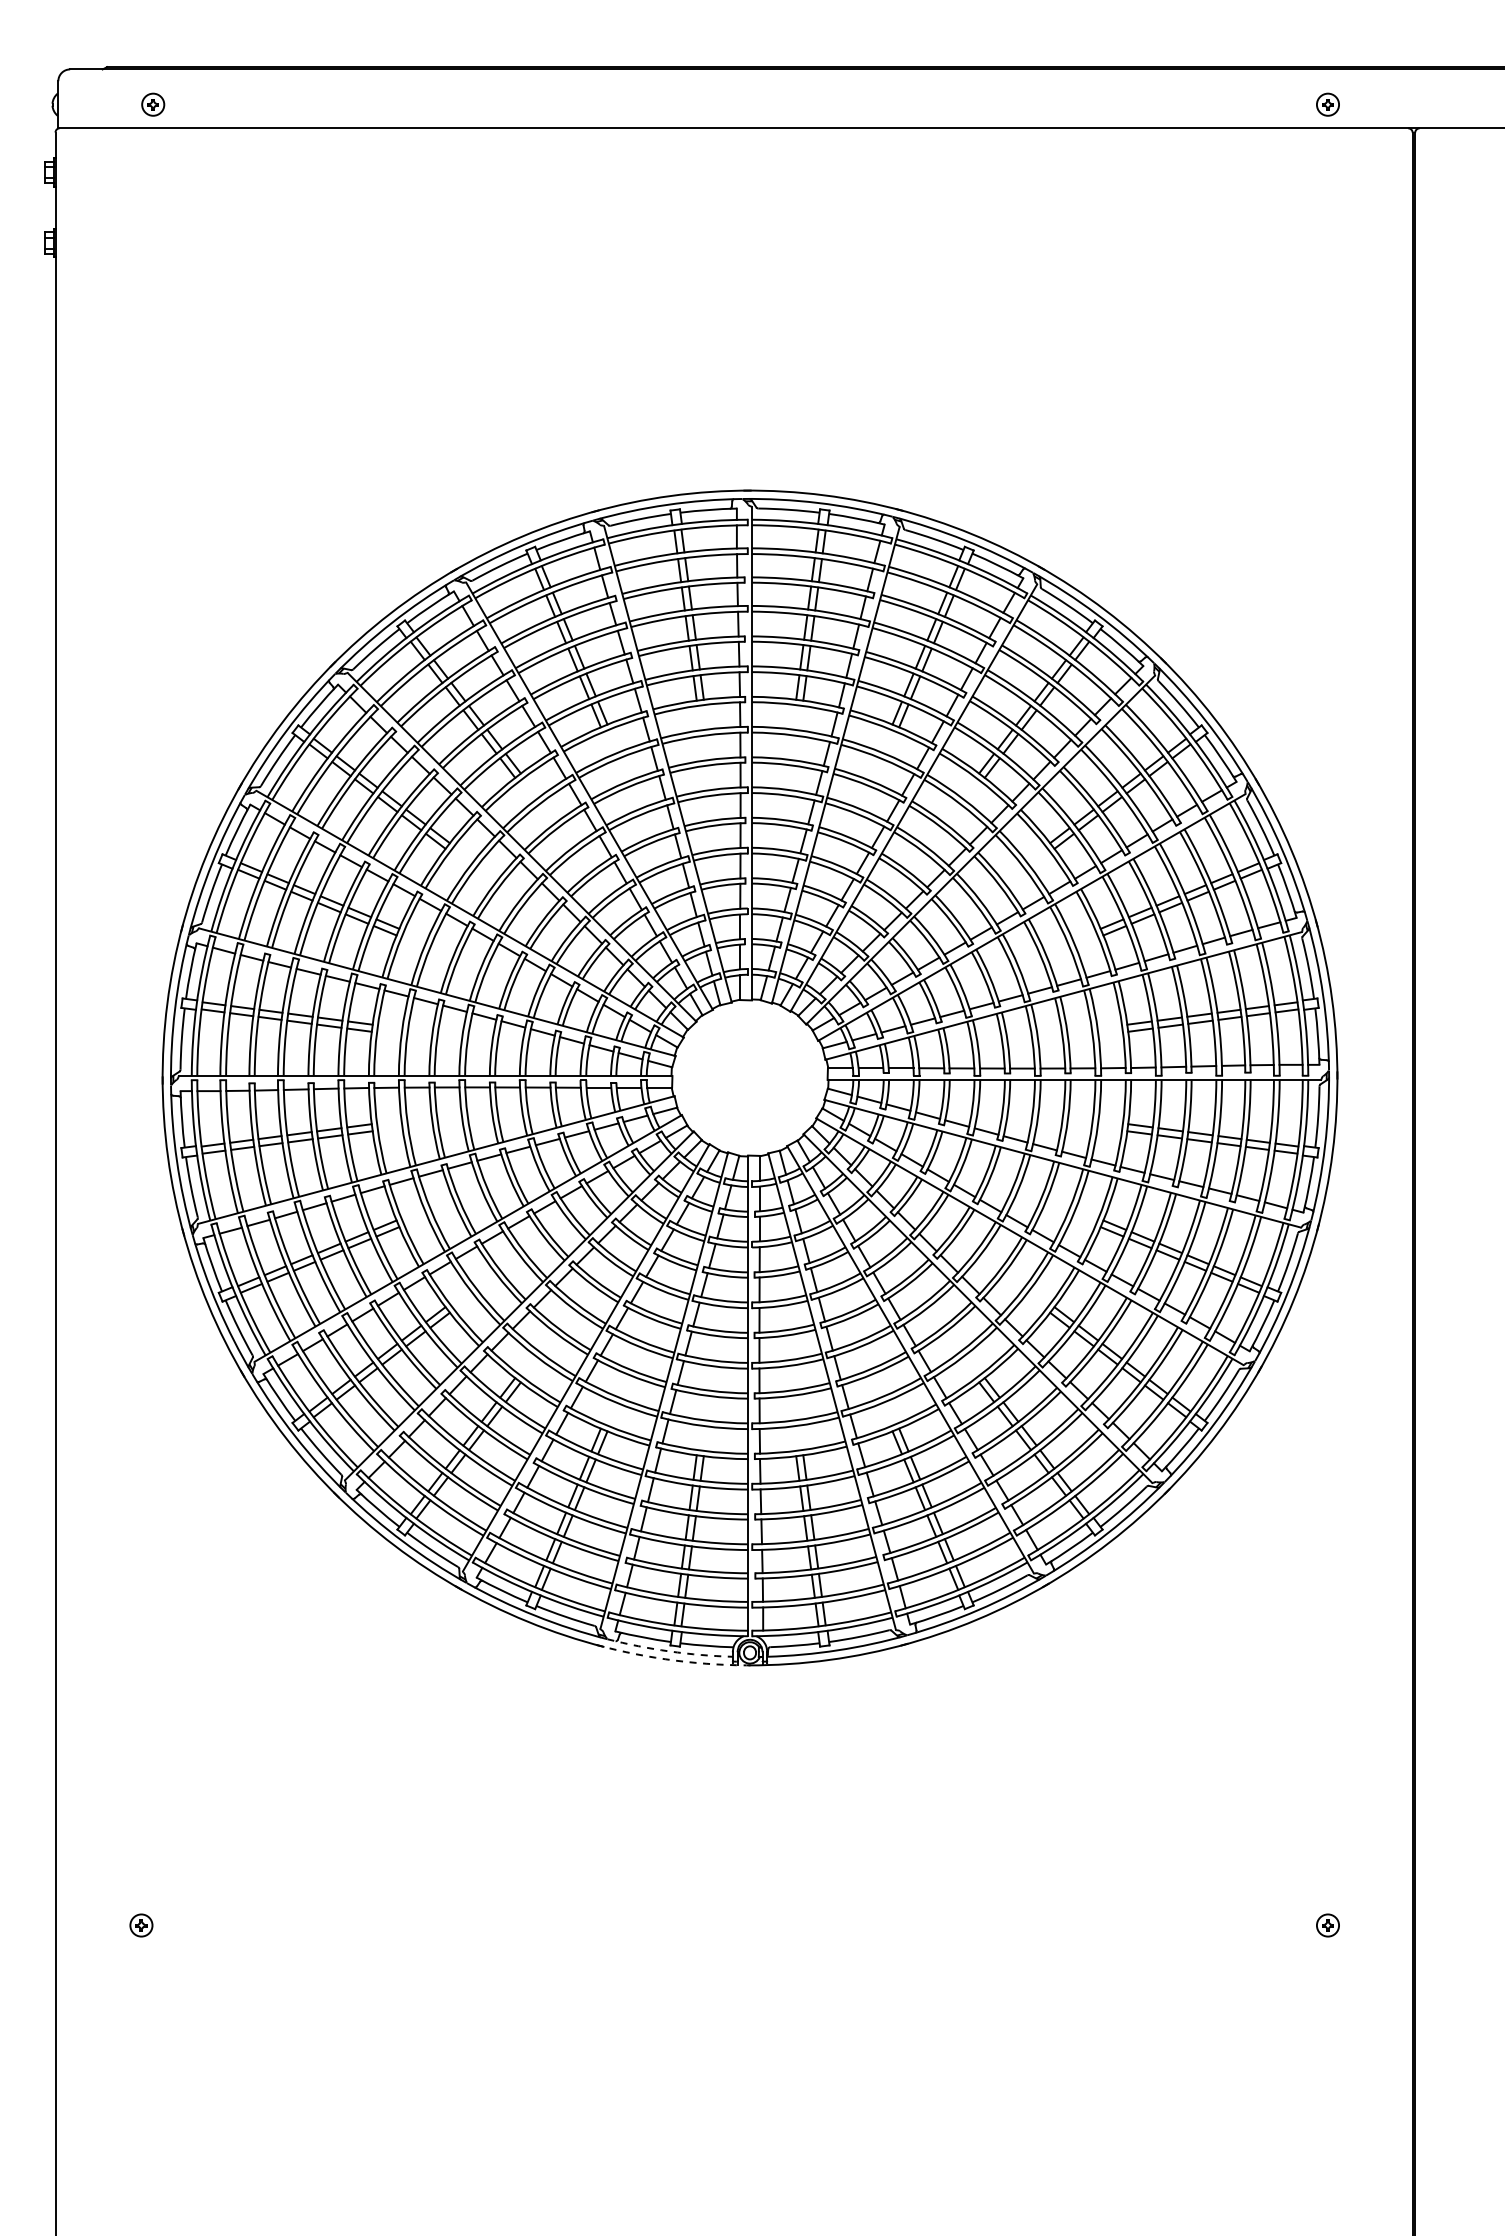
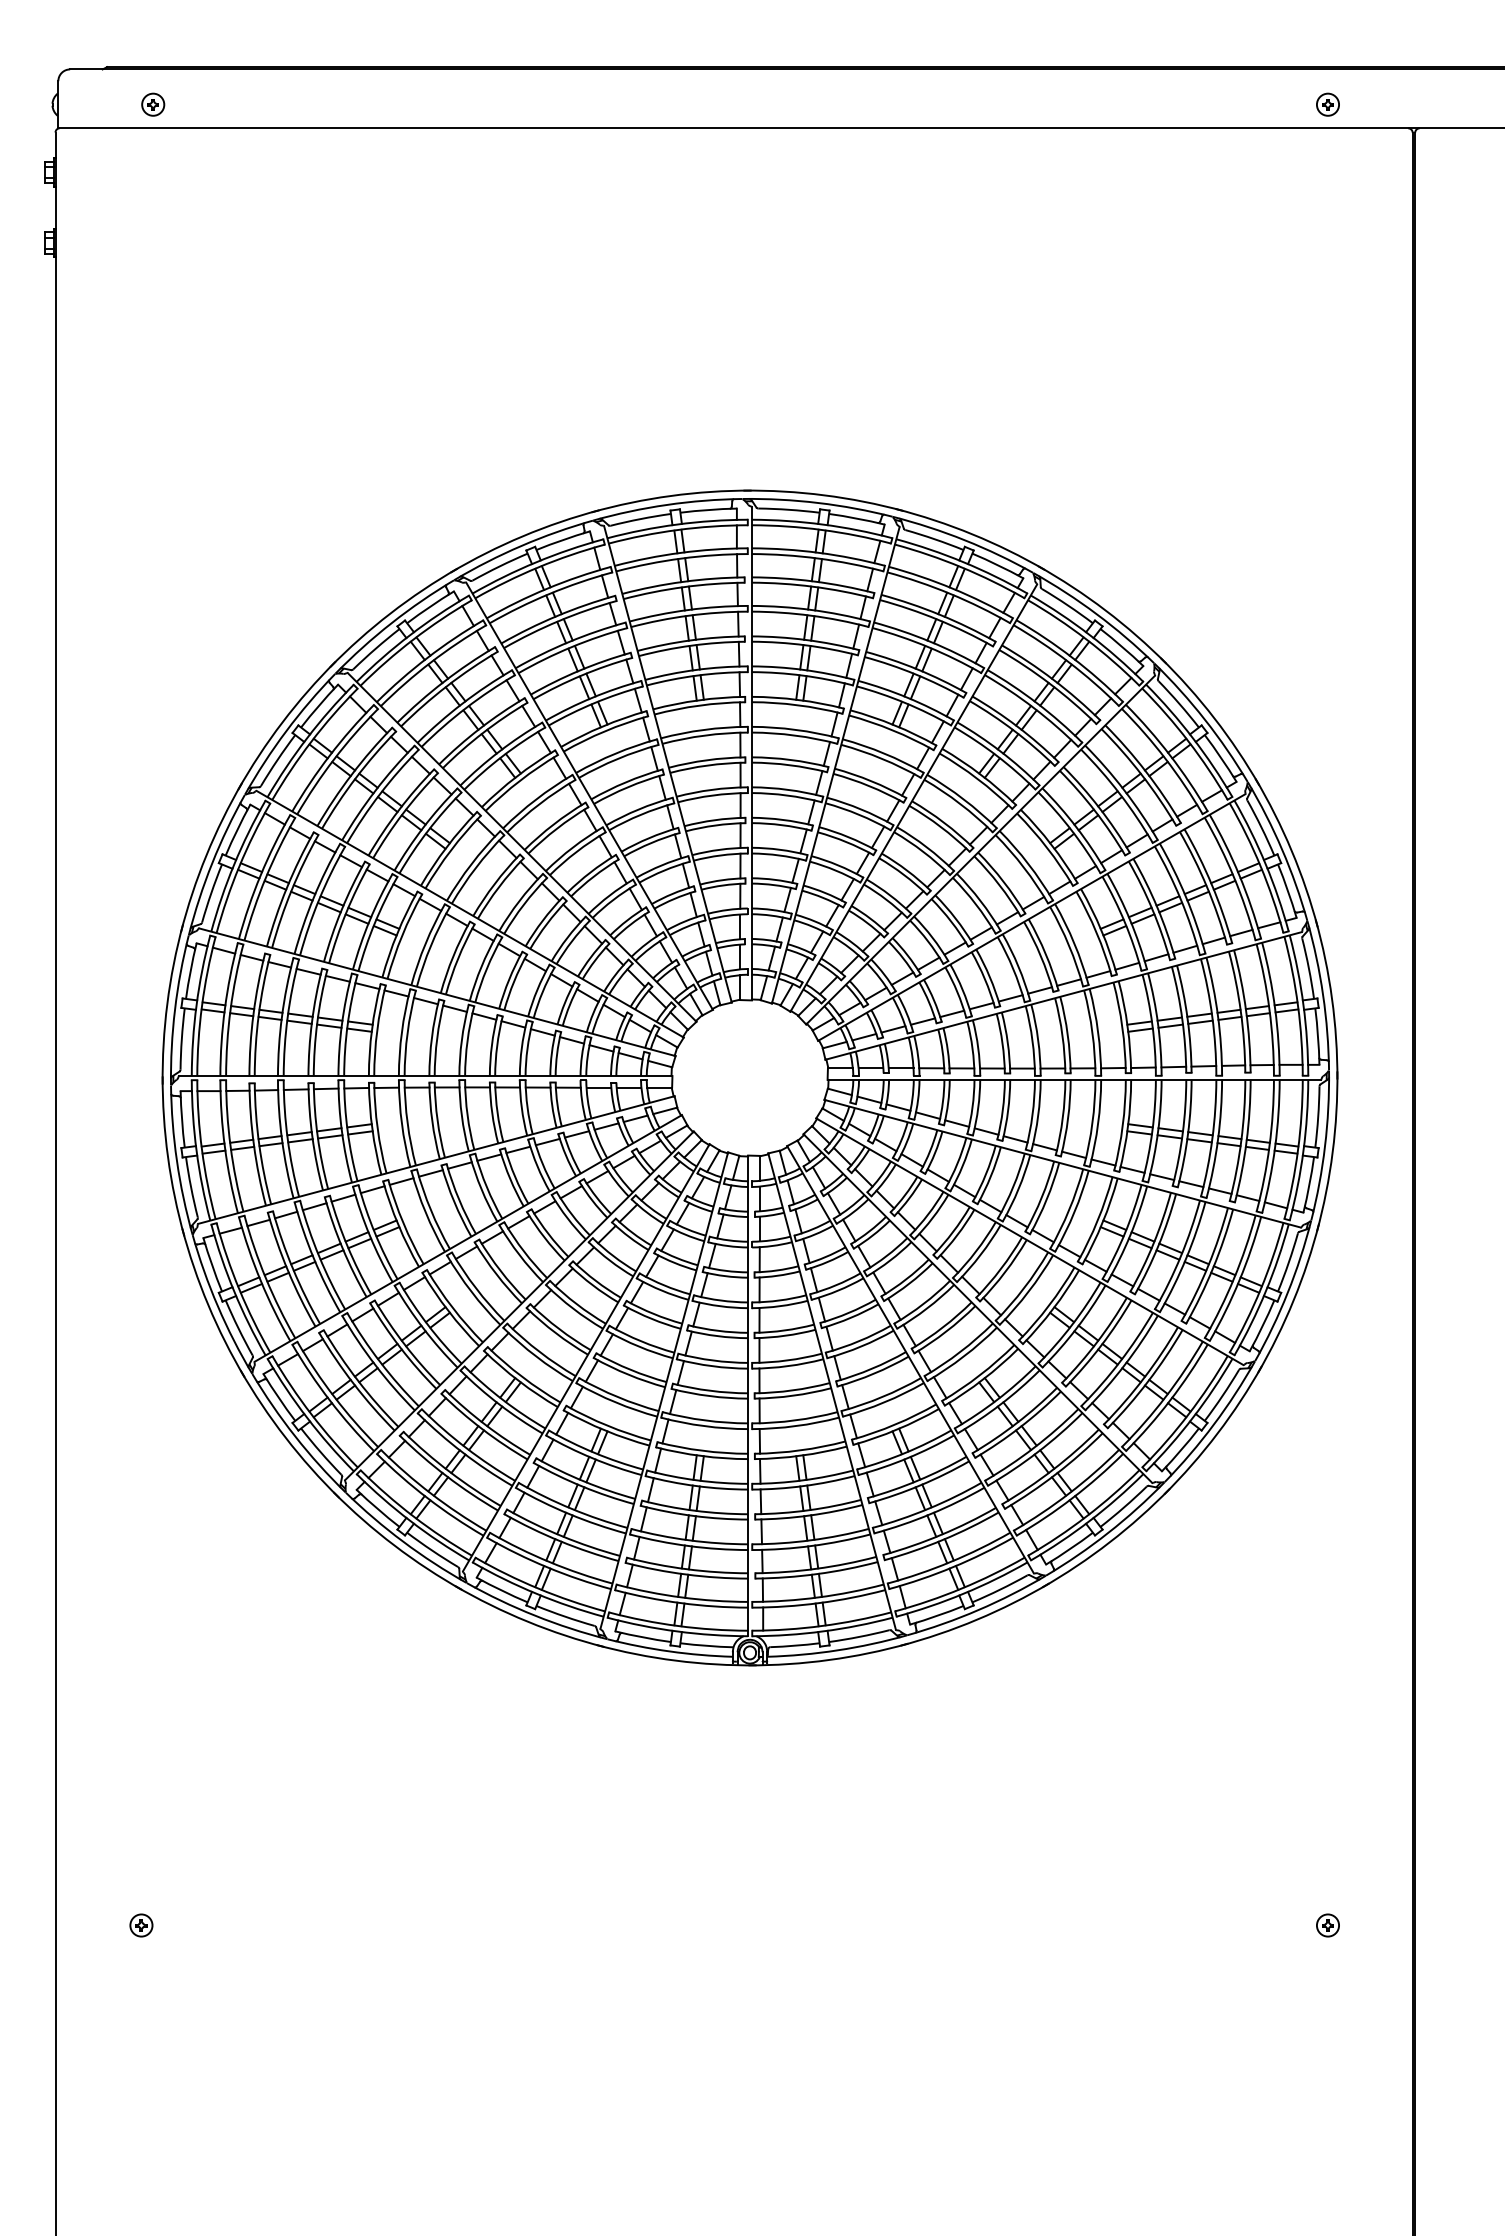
arc at (669, 1651): dashed -> solid
arc at (675, 1660): dashed -> solid
